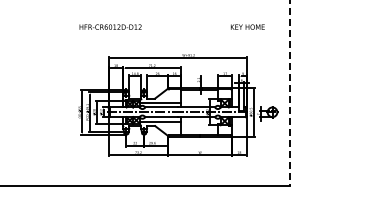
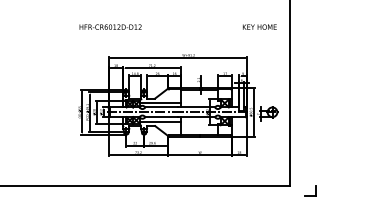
text at (247, 26) position: (247, 26) -> (259, 26)
line at (289, 93): dashed -> solid
part at (310, 190): none -> present
